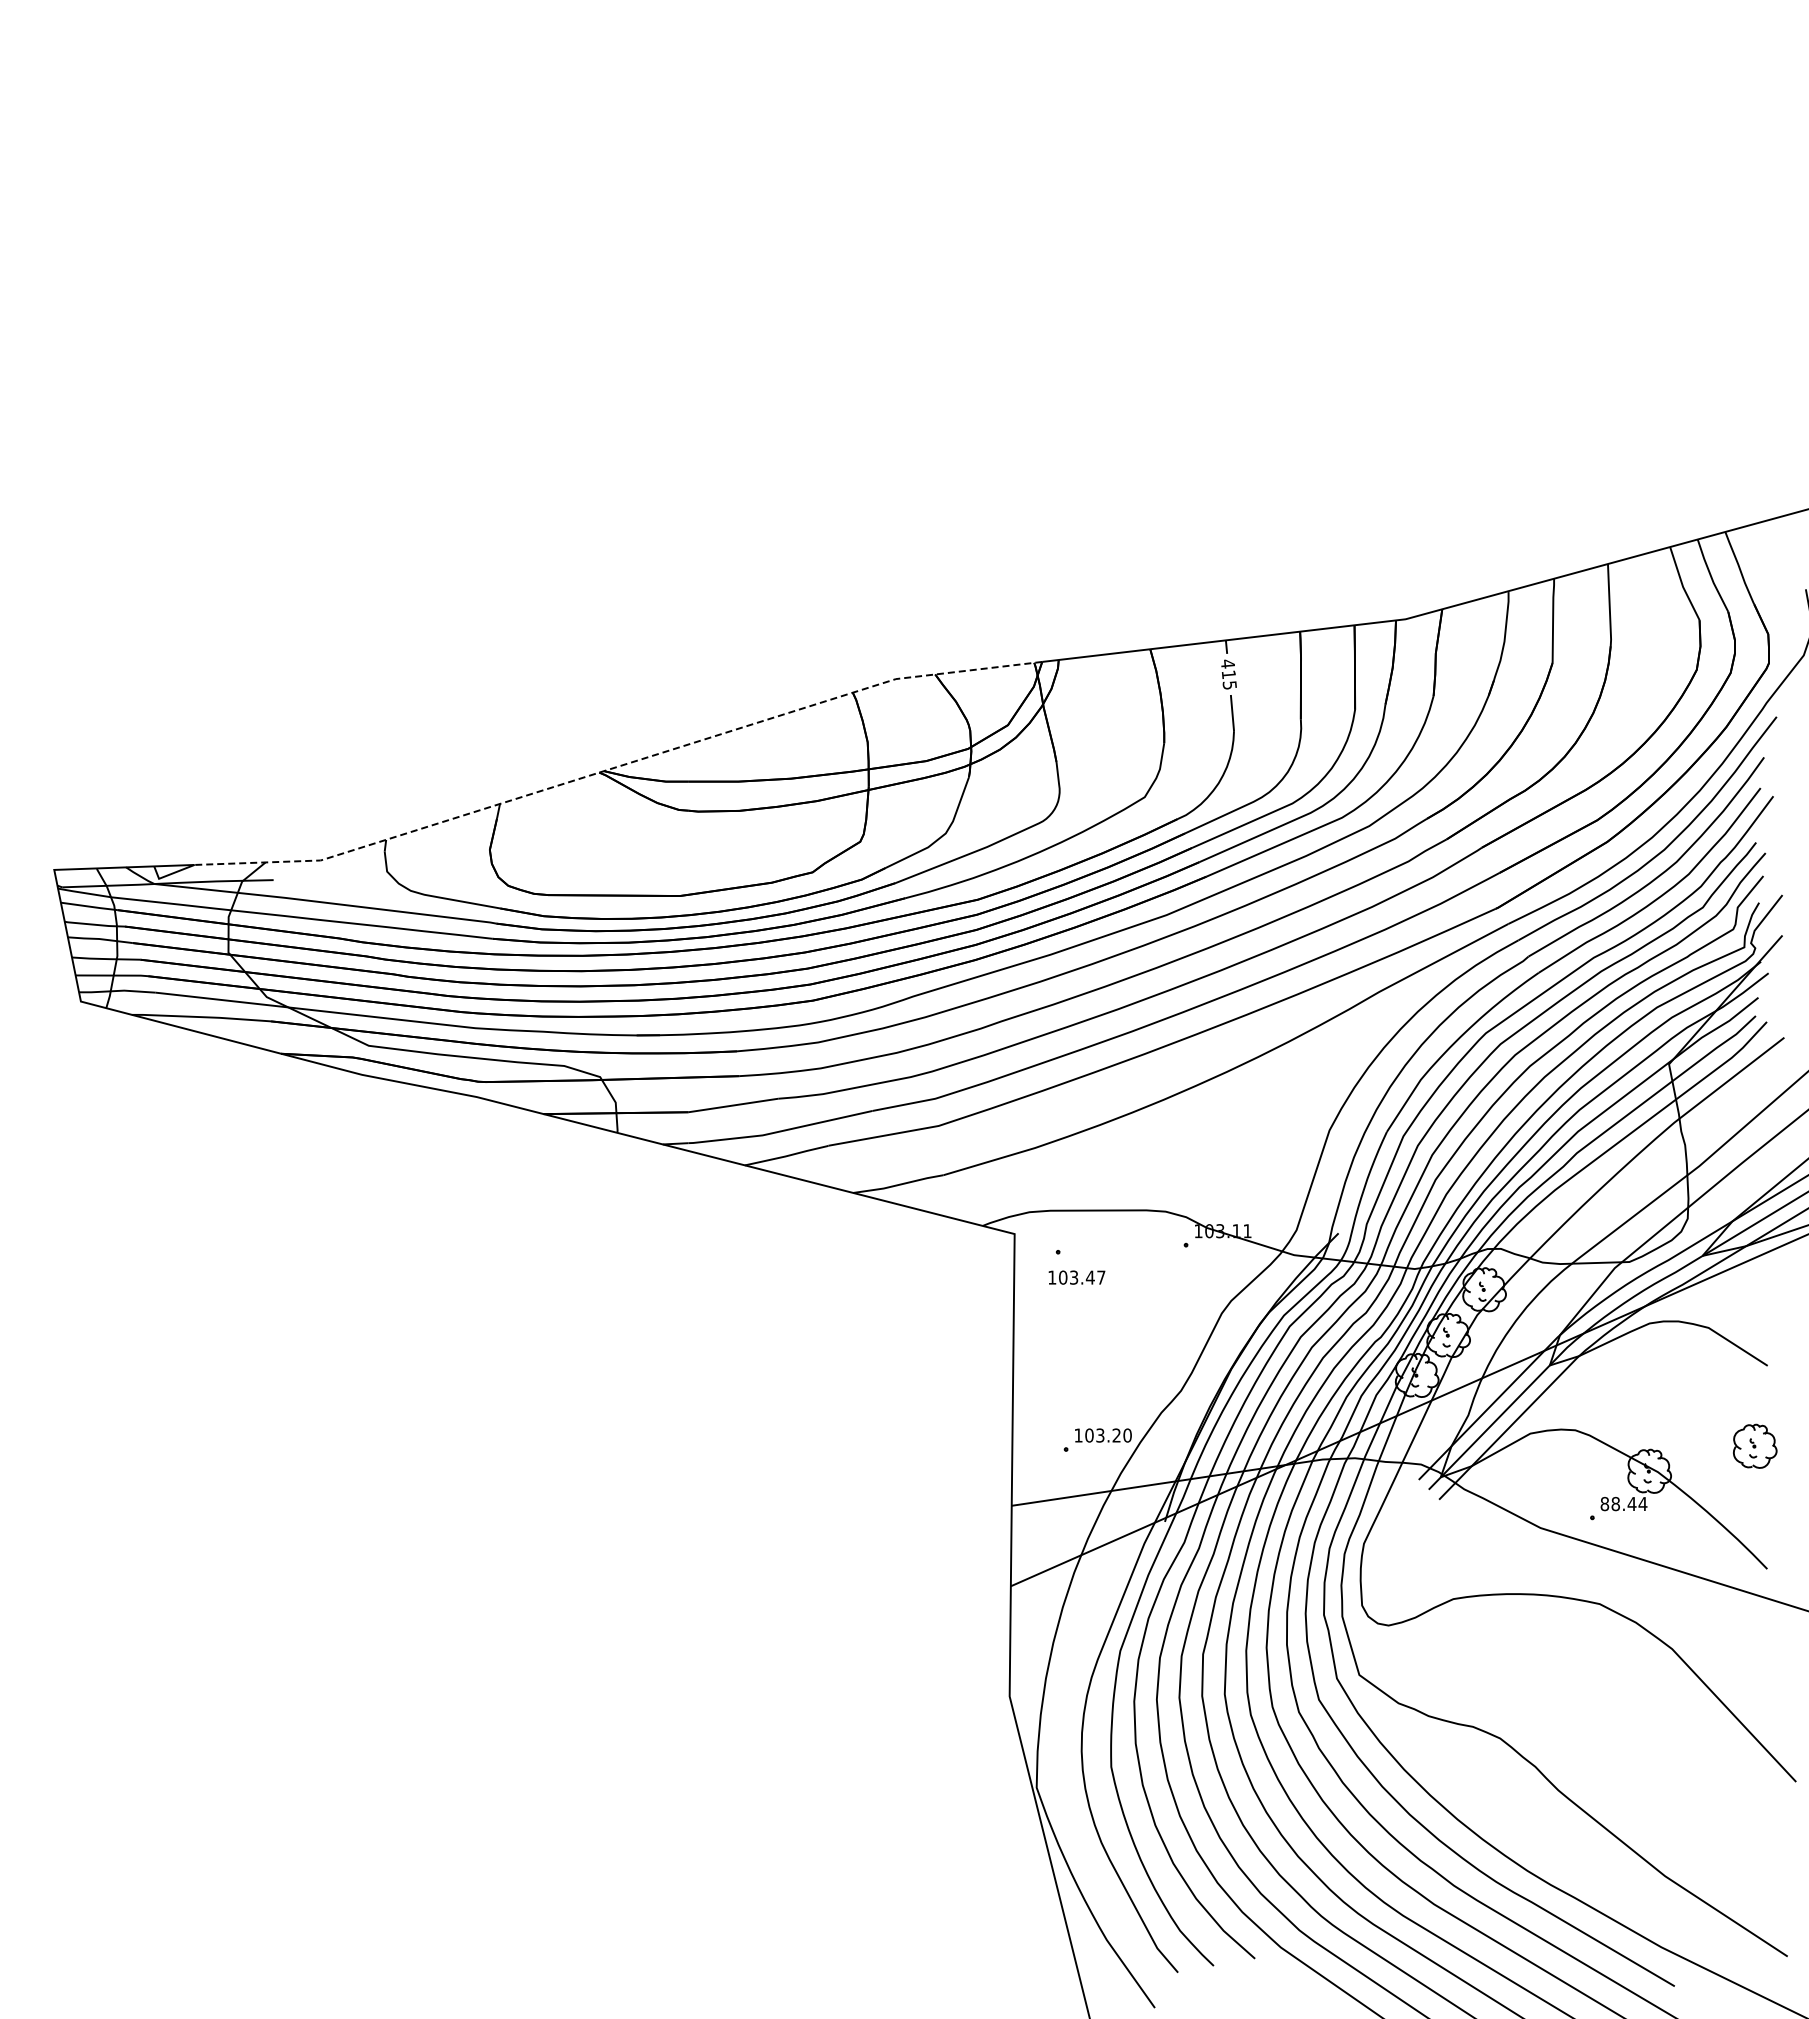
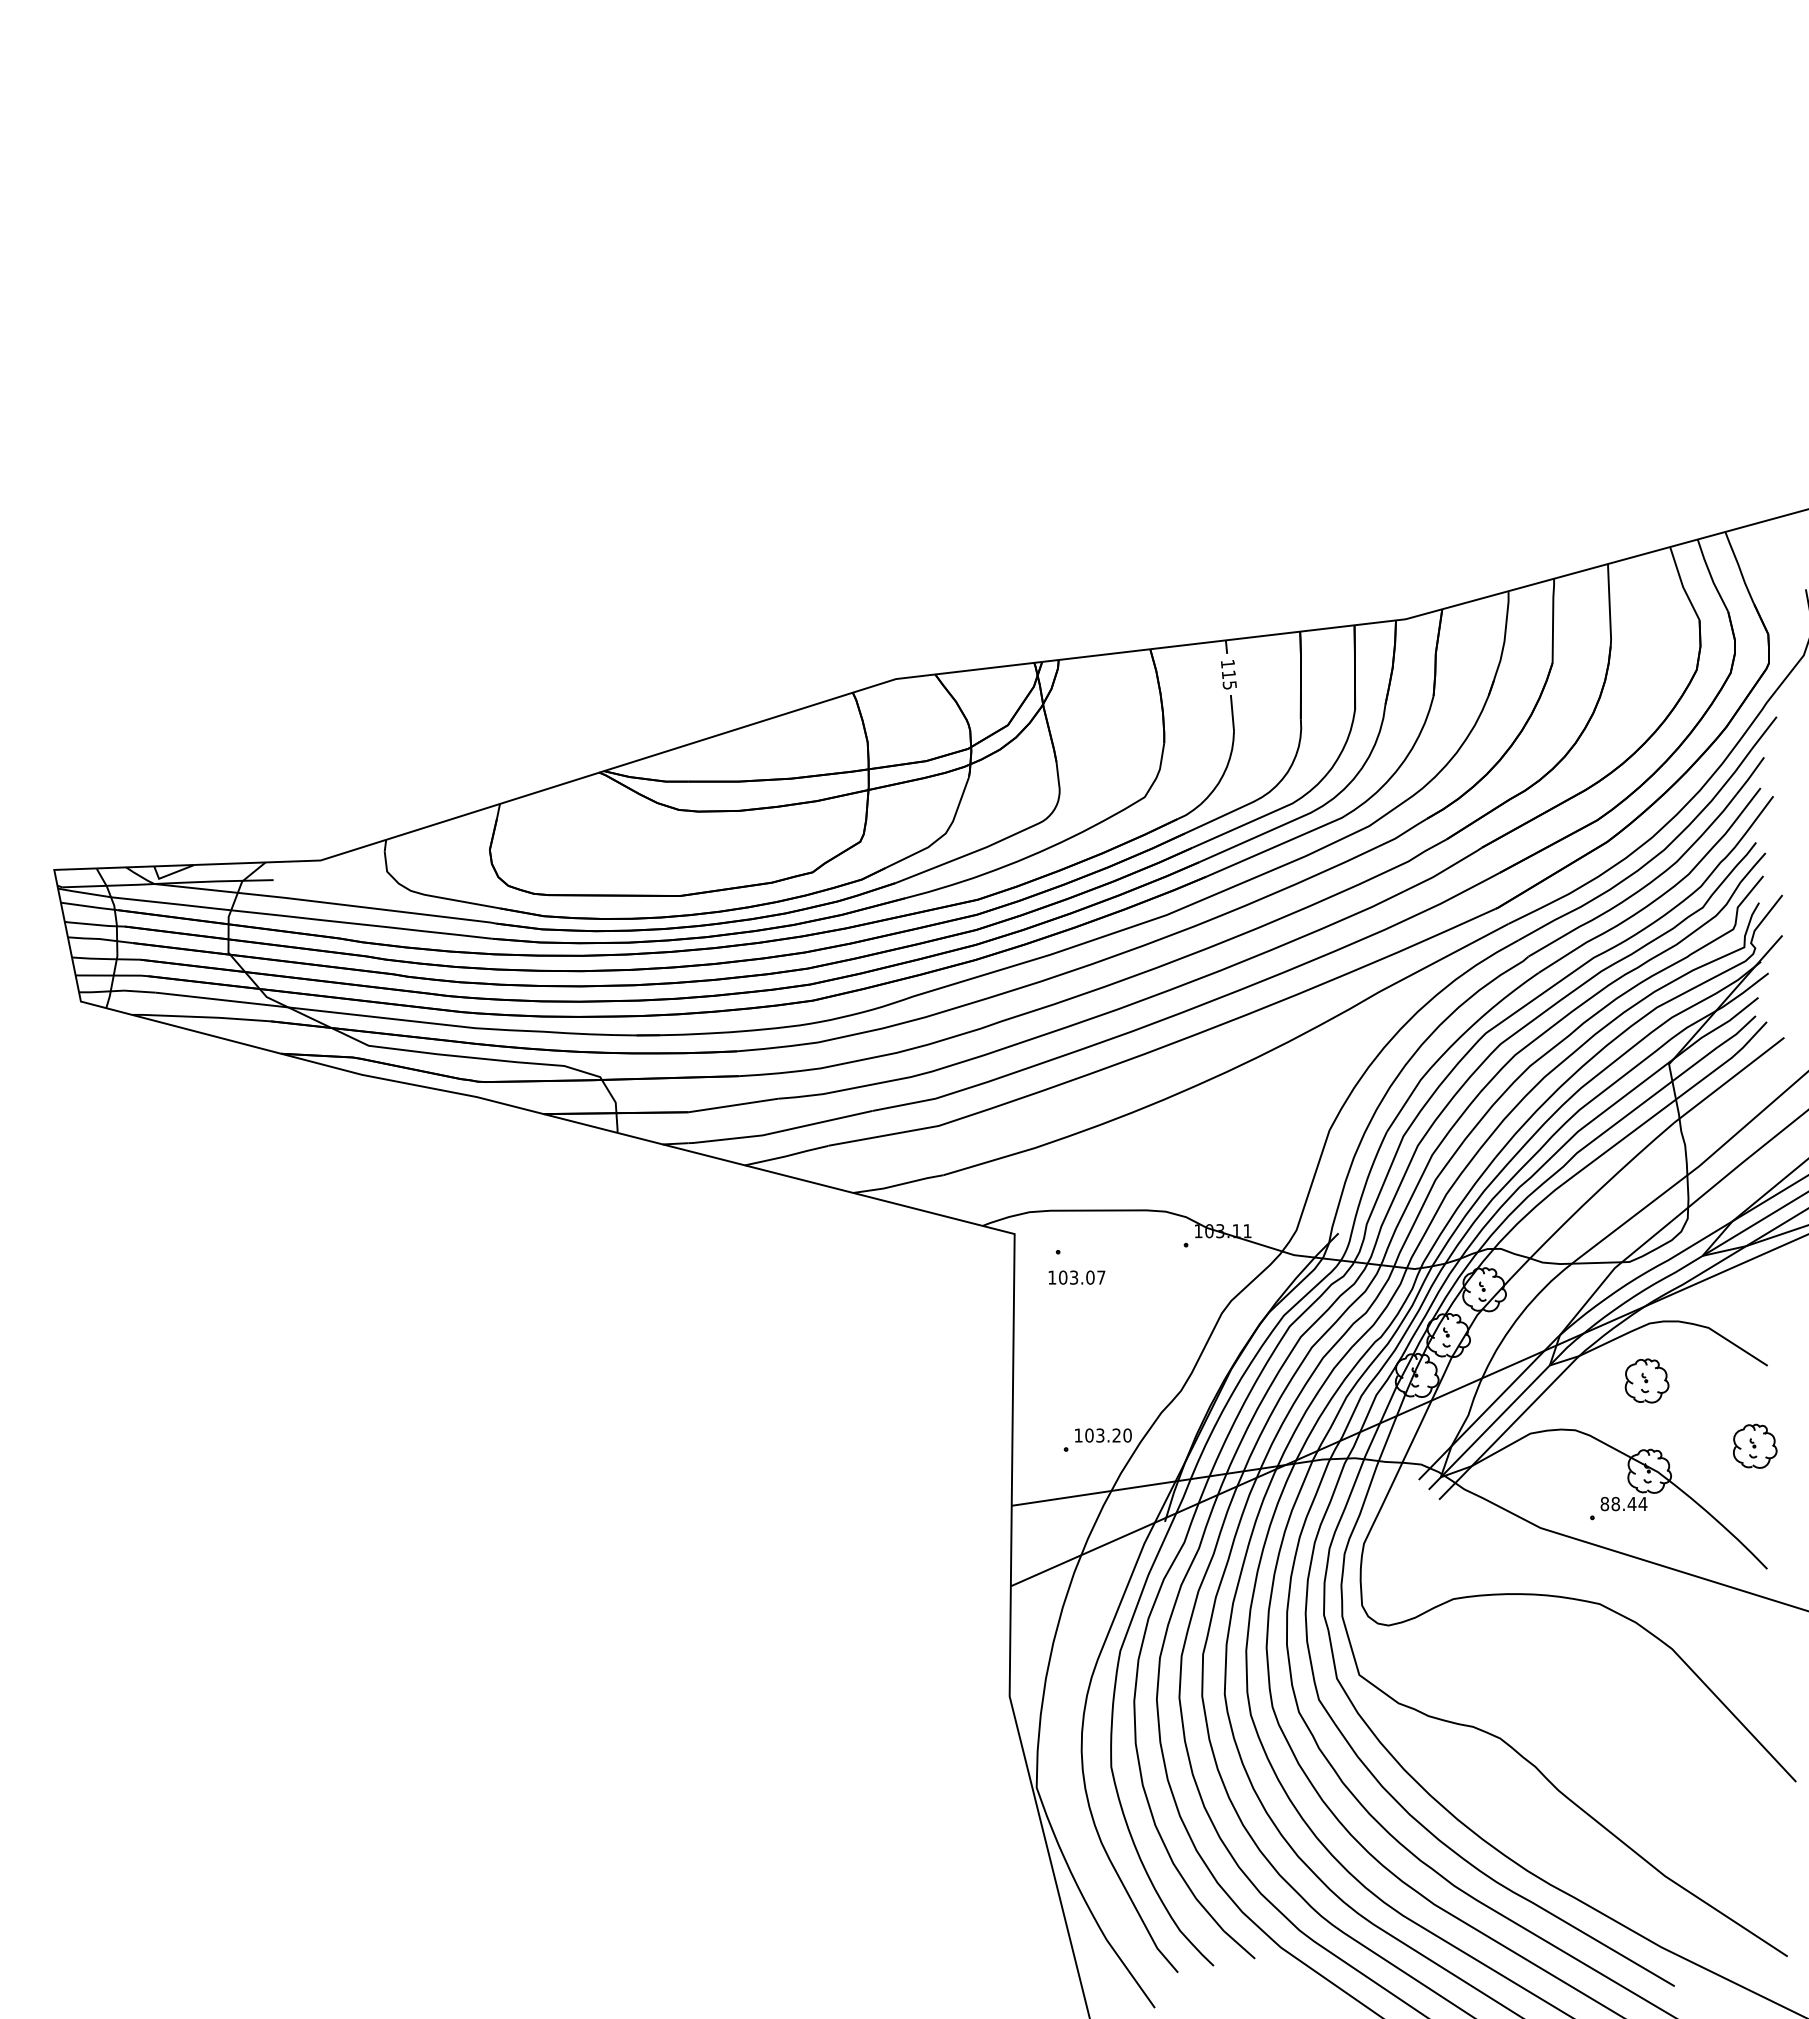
text at (1227, 663): 415 -> 115
line at (617, 766): dashed -> solid
text at (1089, 1277): 103.47 -> 103.07
part at (1646, 1380): none -> present
